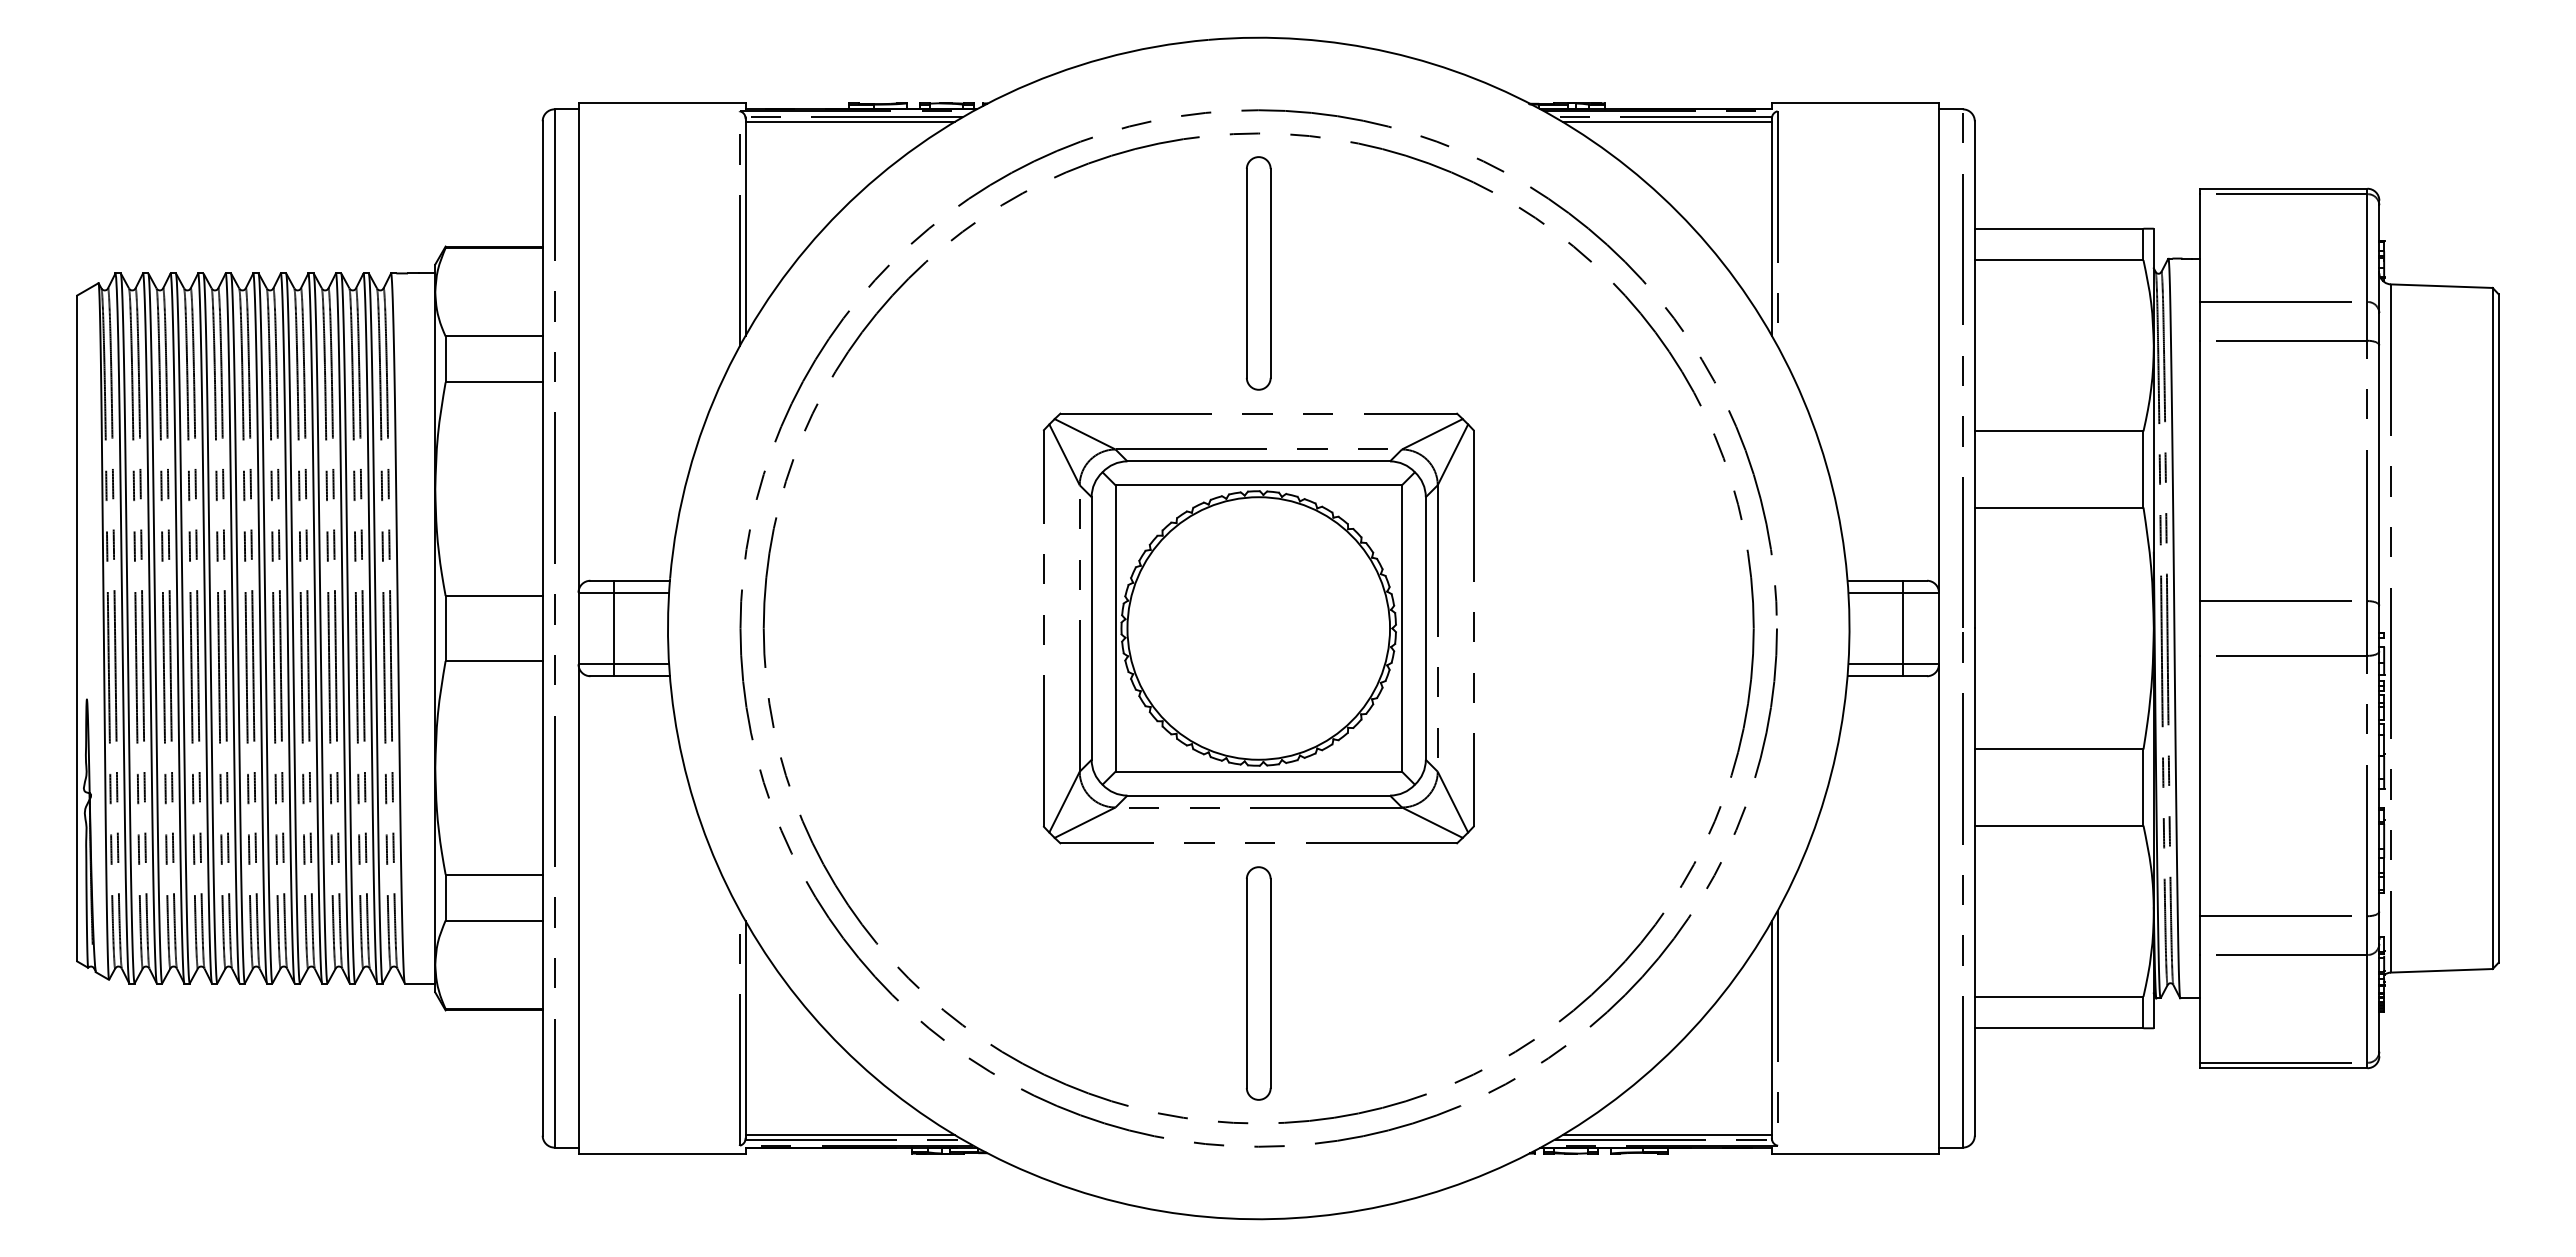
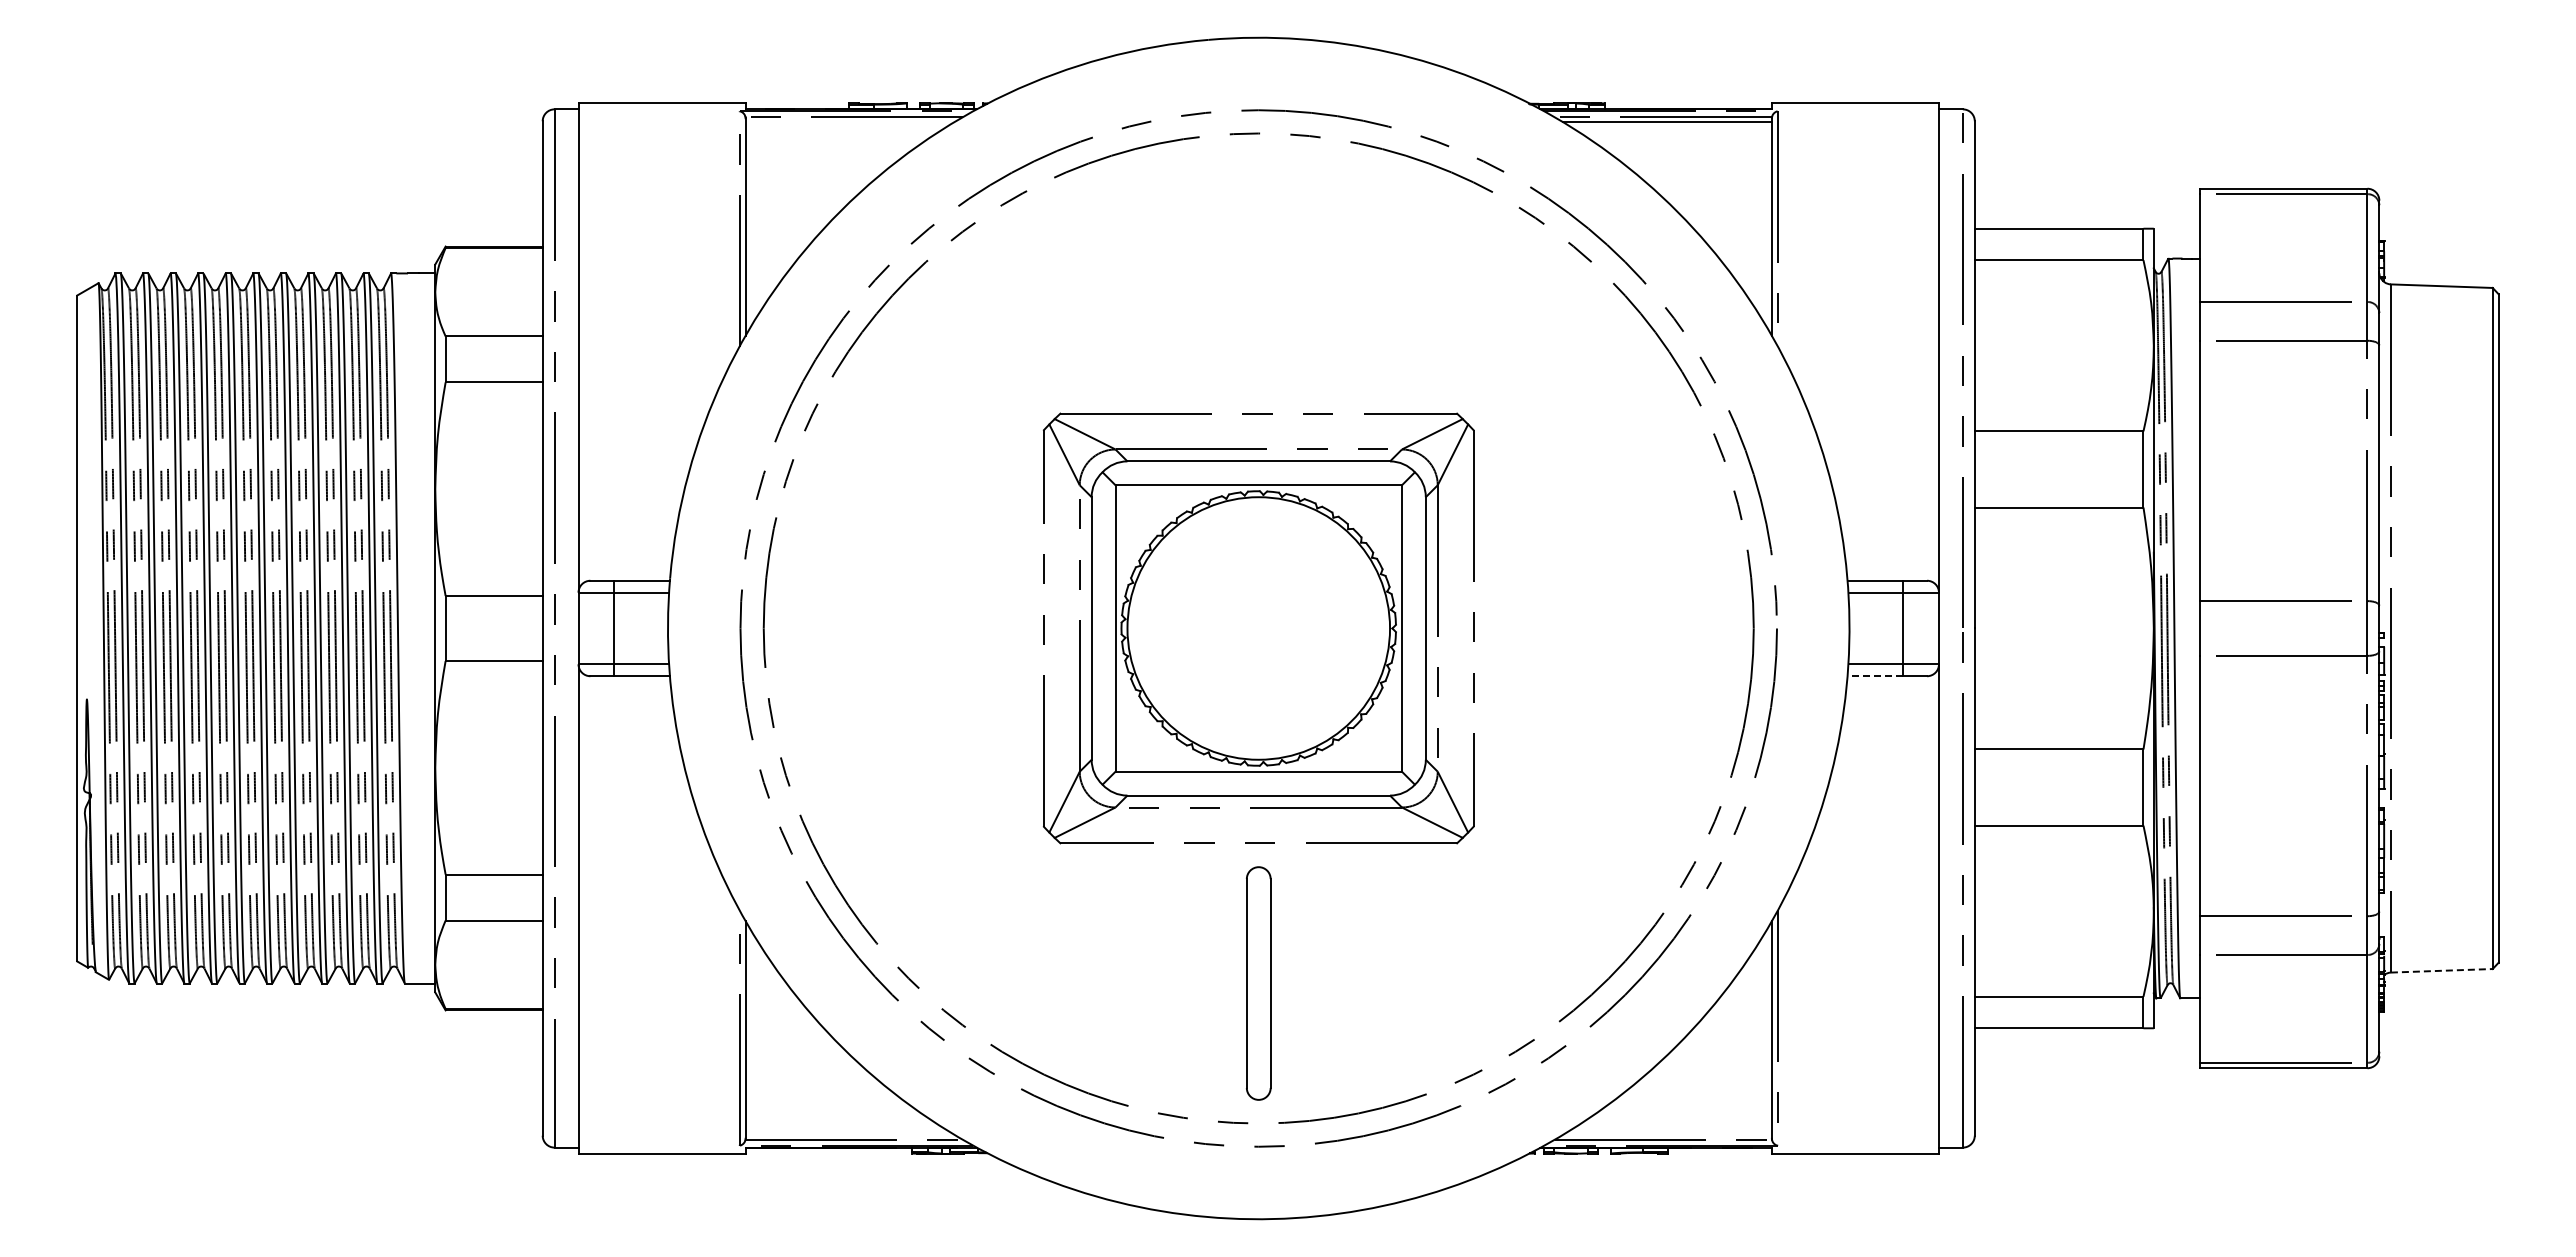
line at (849, 121): present -> none
part at (1258, 273): present -> none
line at (1875, 676): solid -> dashed
line at (2441, 970): solid -> dashed
line at (849, 1135): present -> none
line at (1666, 1135): present -> none
